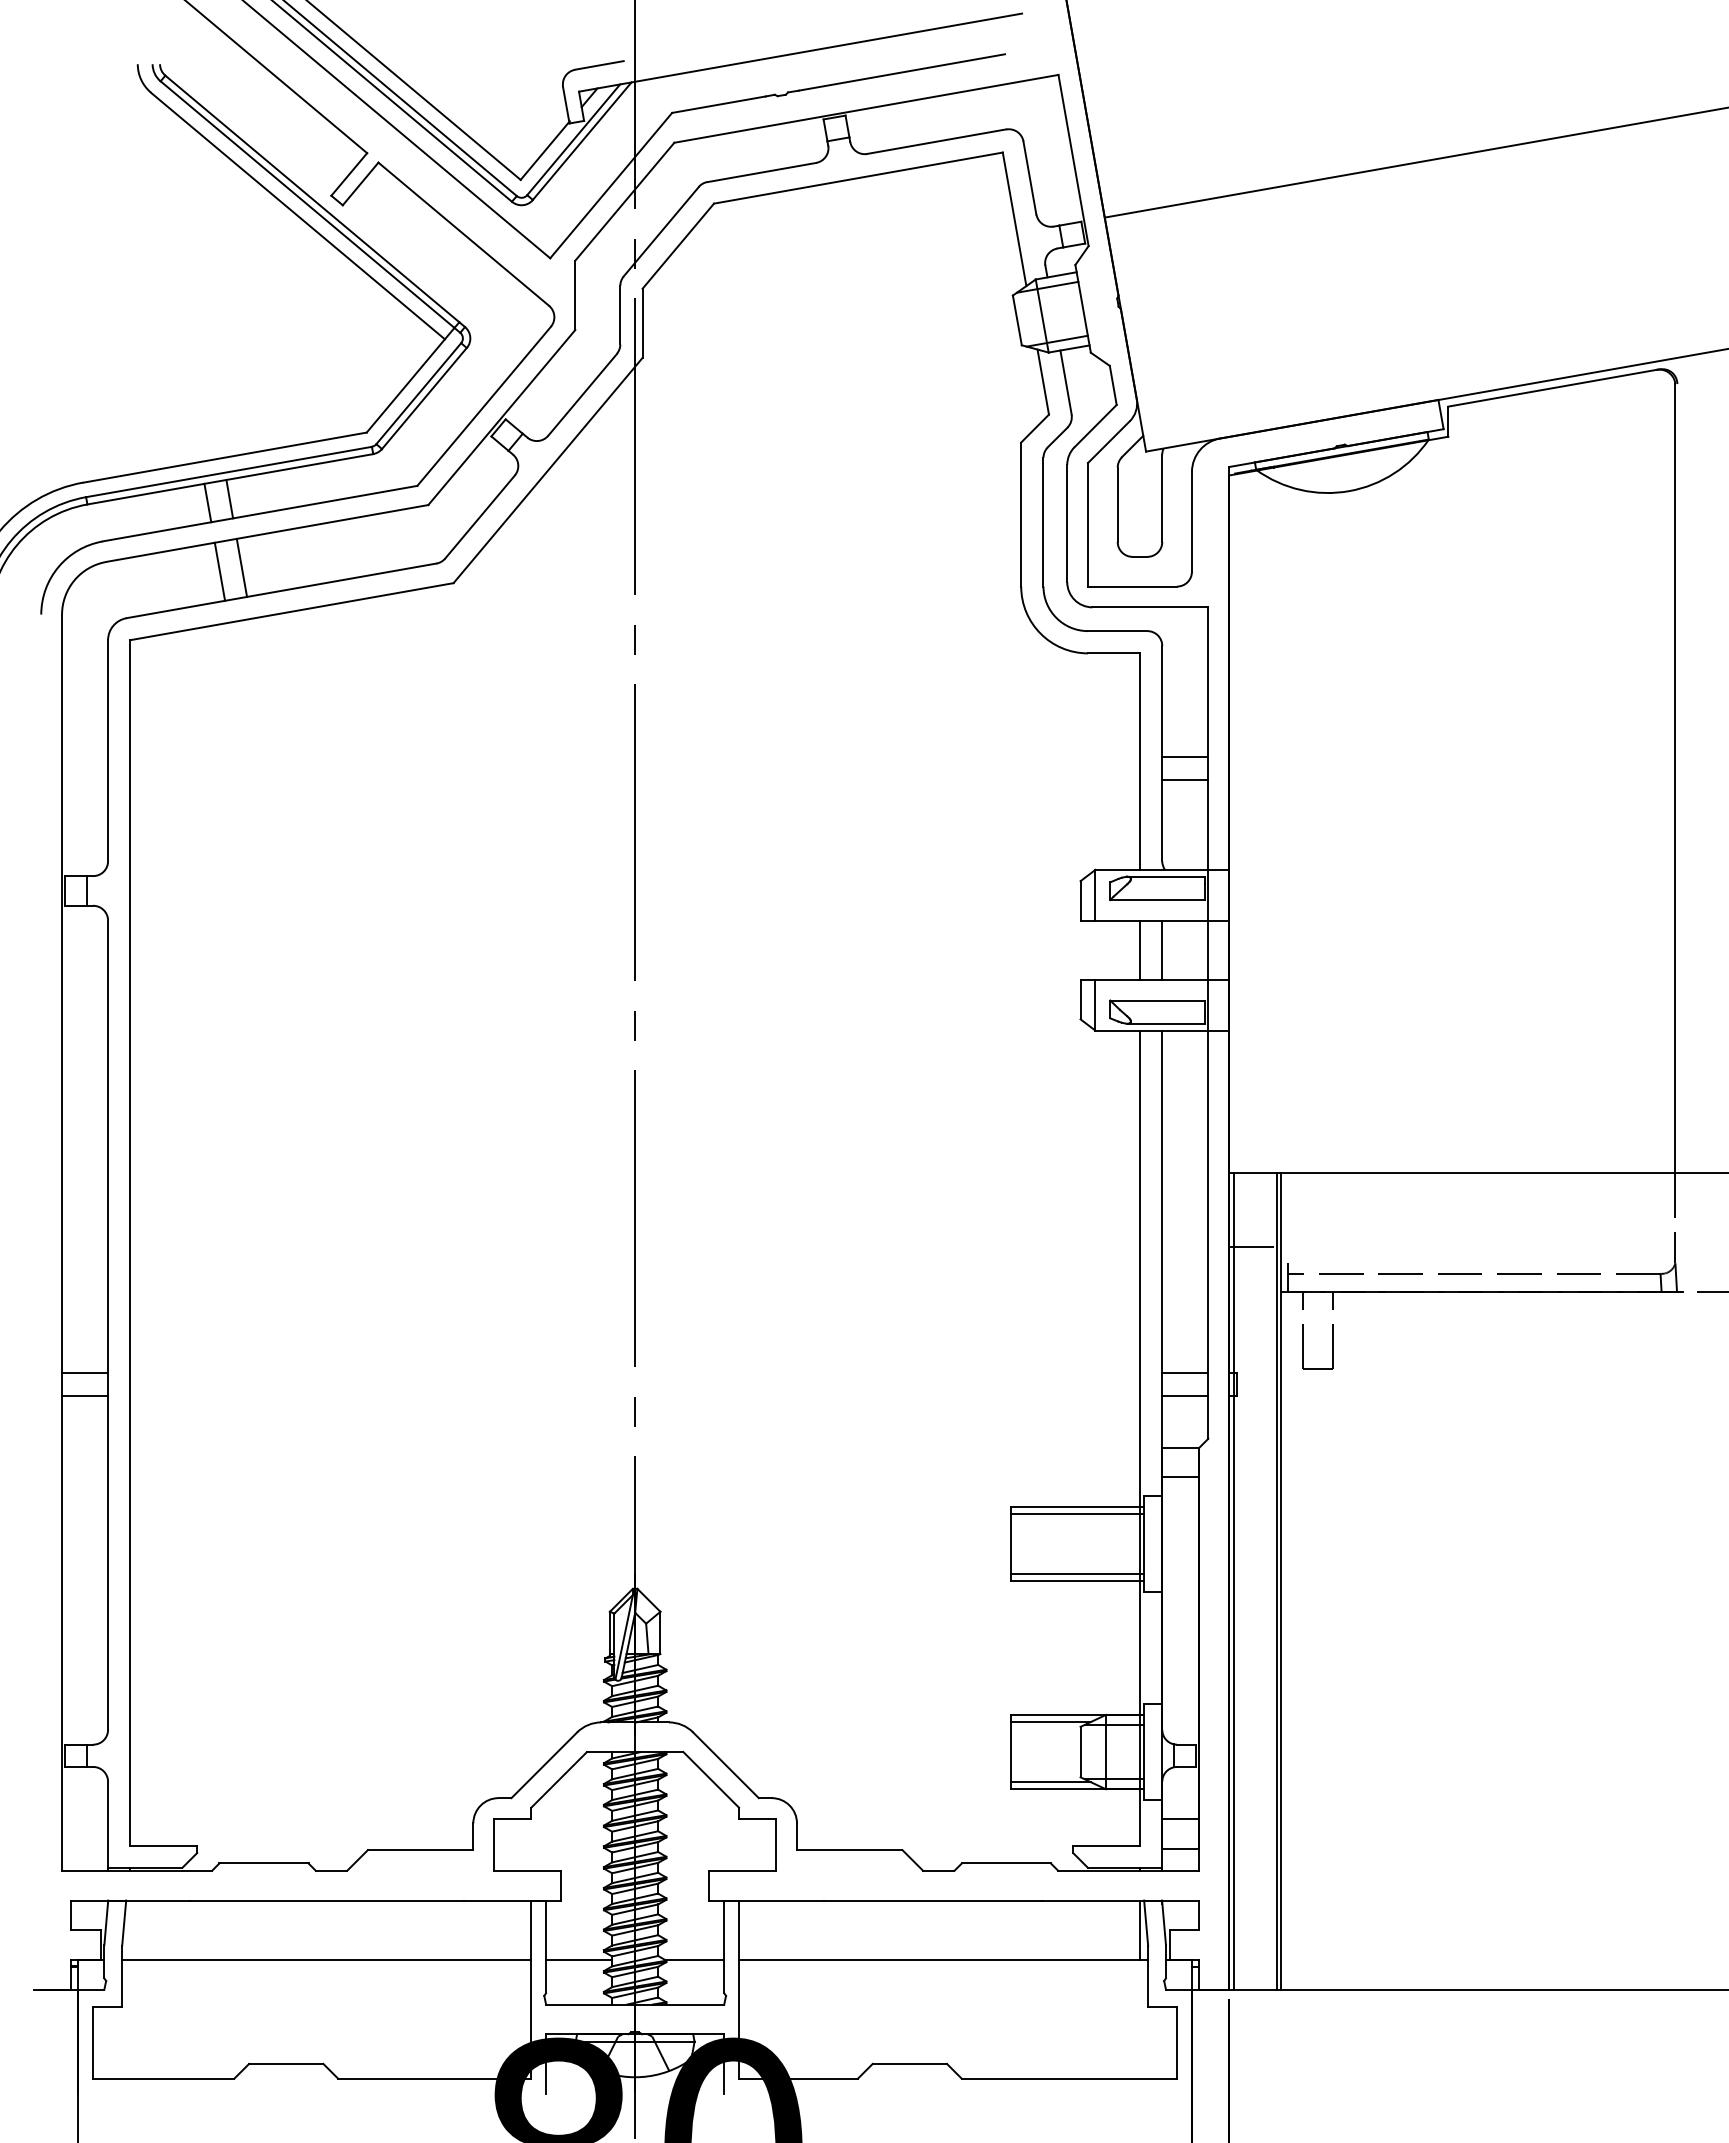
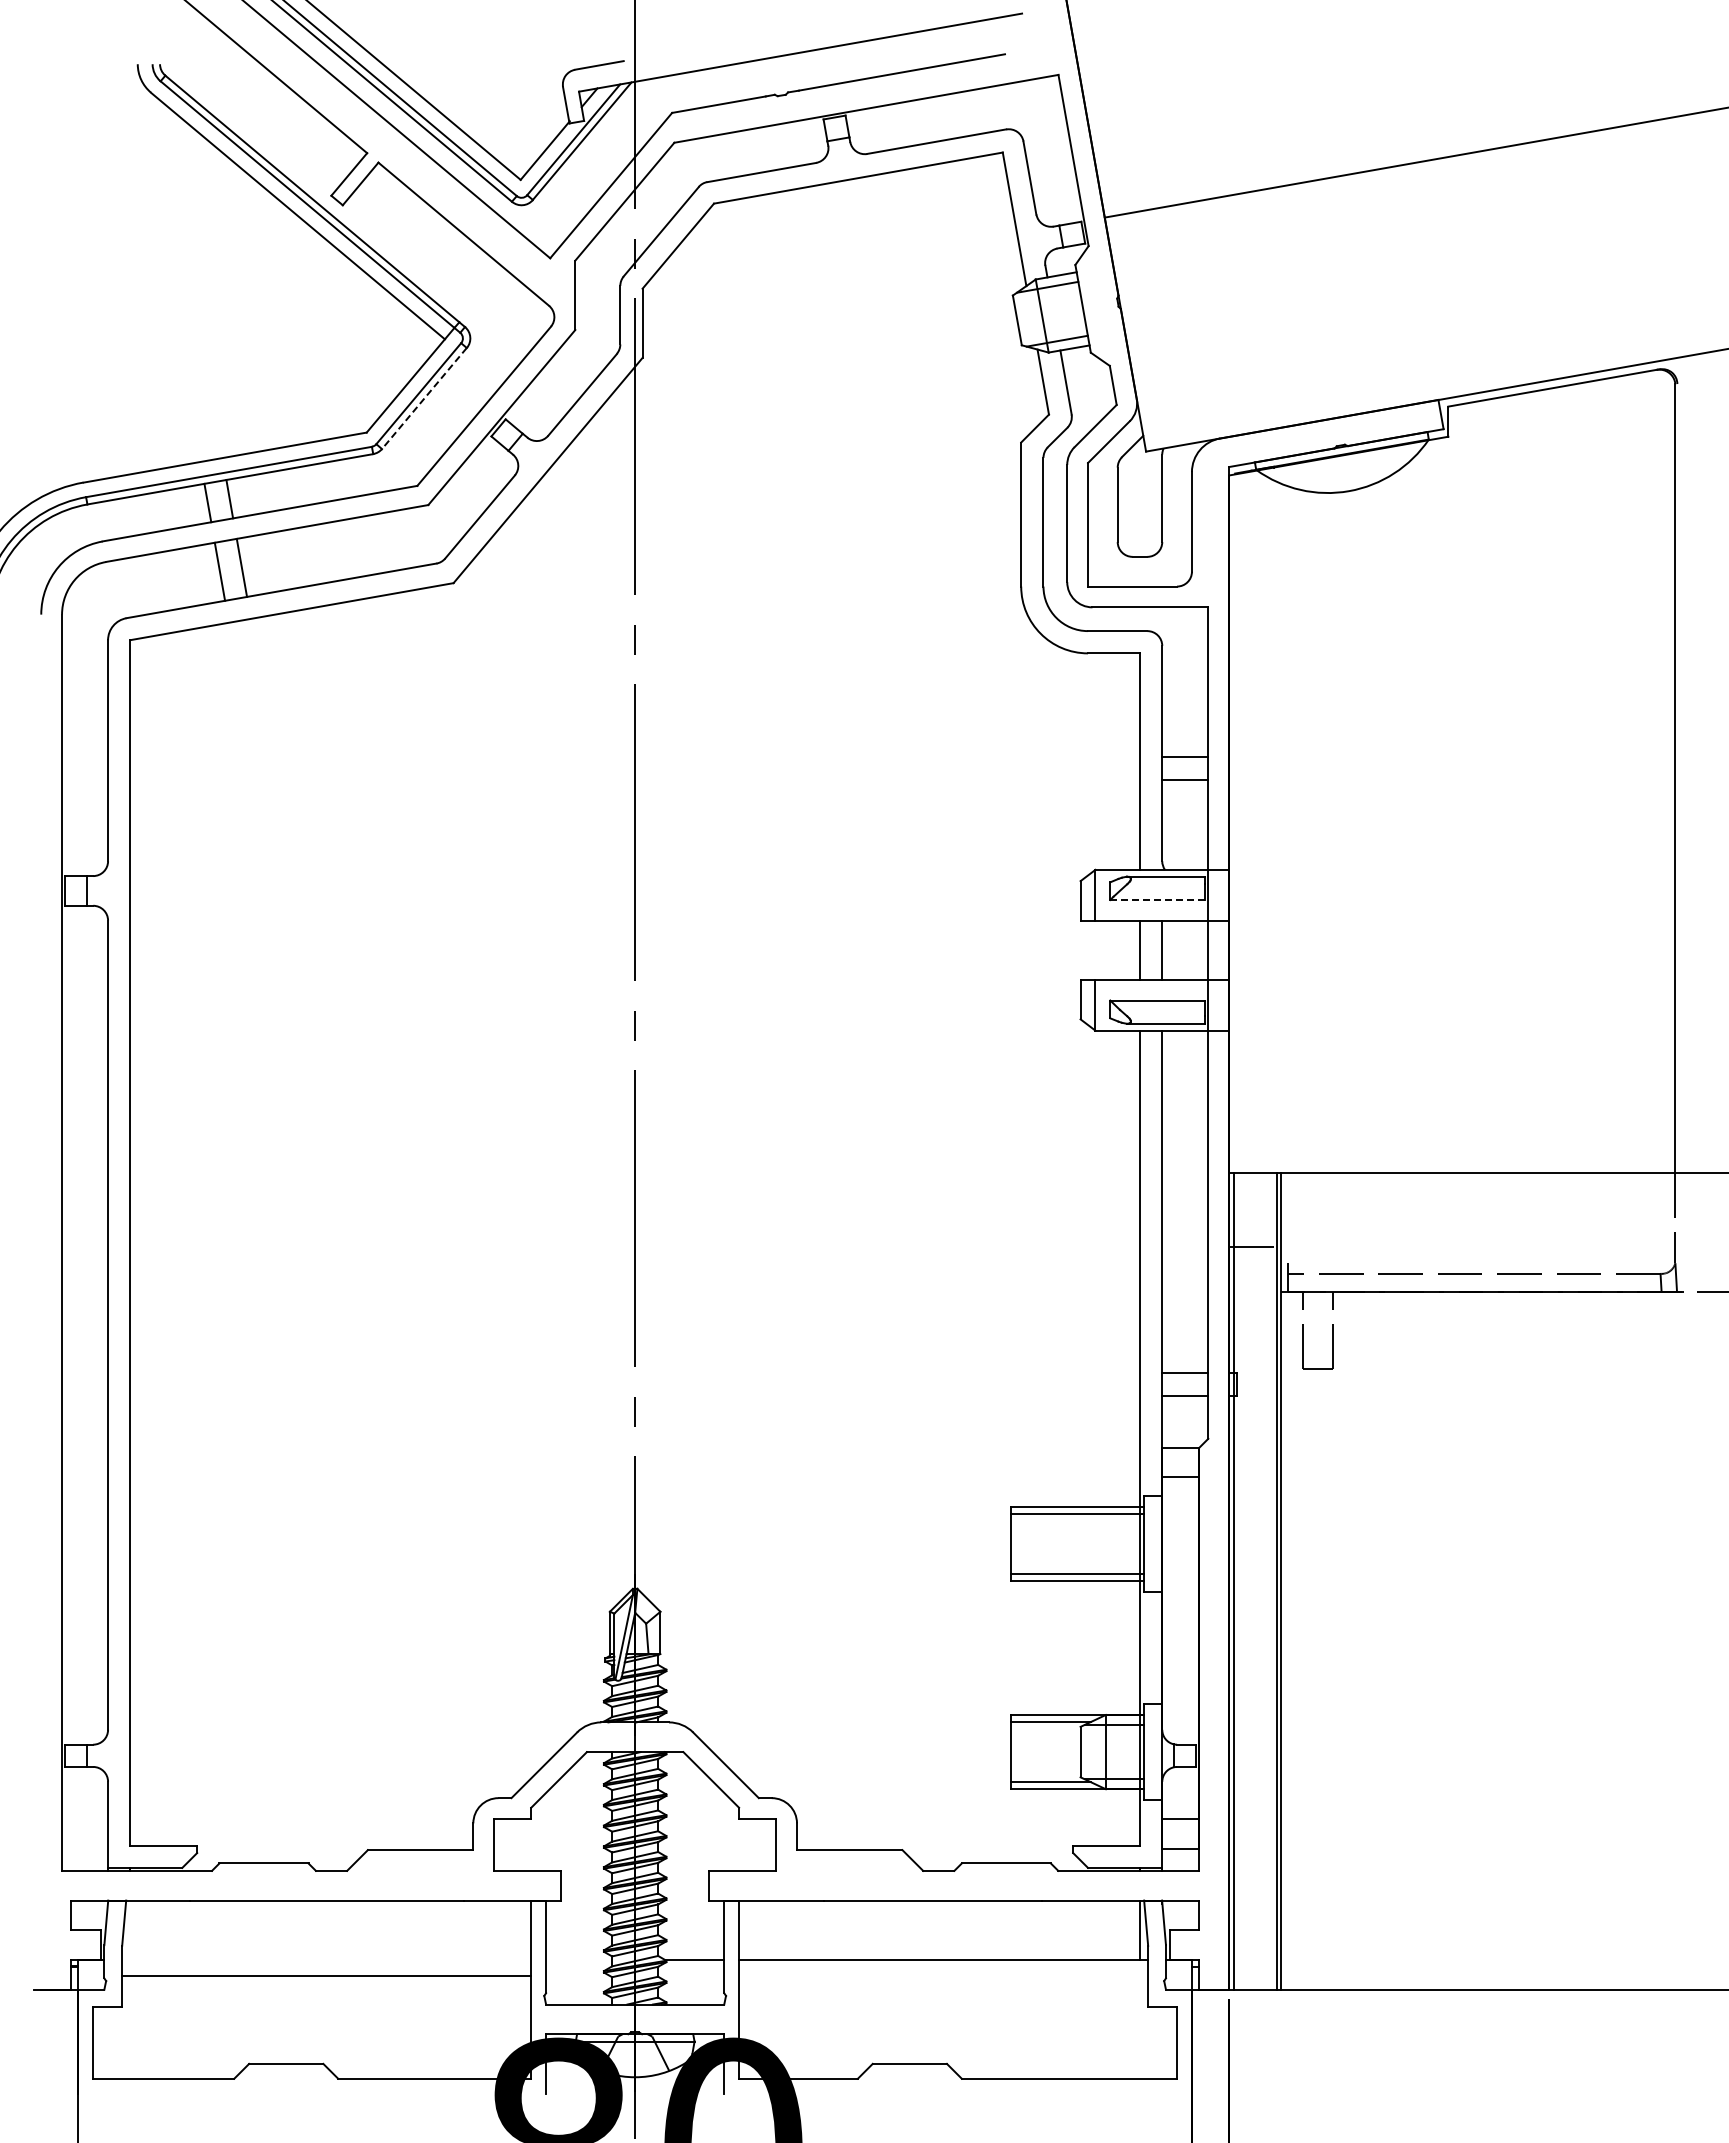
line at (424, 398): solid -> dashed
line at (1157, 900): solid -> dashed
line at (85, 1373): present -> none
line at (85, 1395): present -> none
line at (326, 1959) position: (326, 1959) -> (326, 1975)
line at (579, 1959): present -> none
